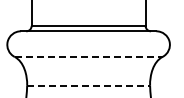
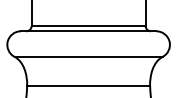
line at (88, 56): dashed -> solid
line at (89, 85): dashed -> solid
